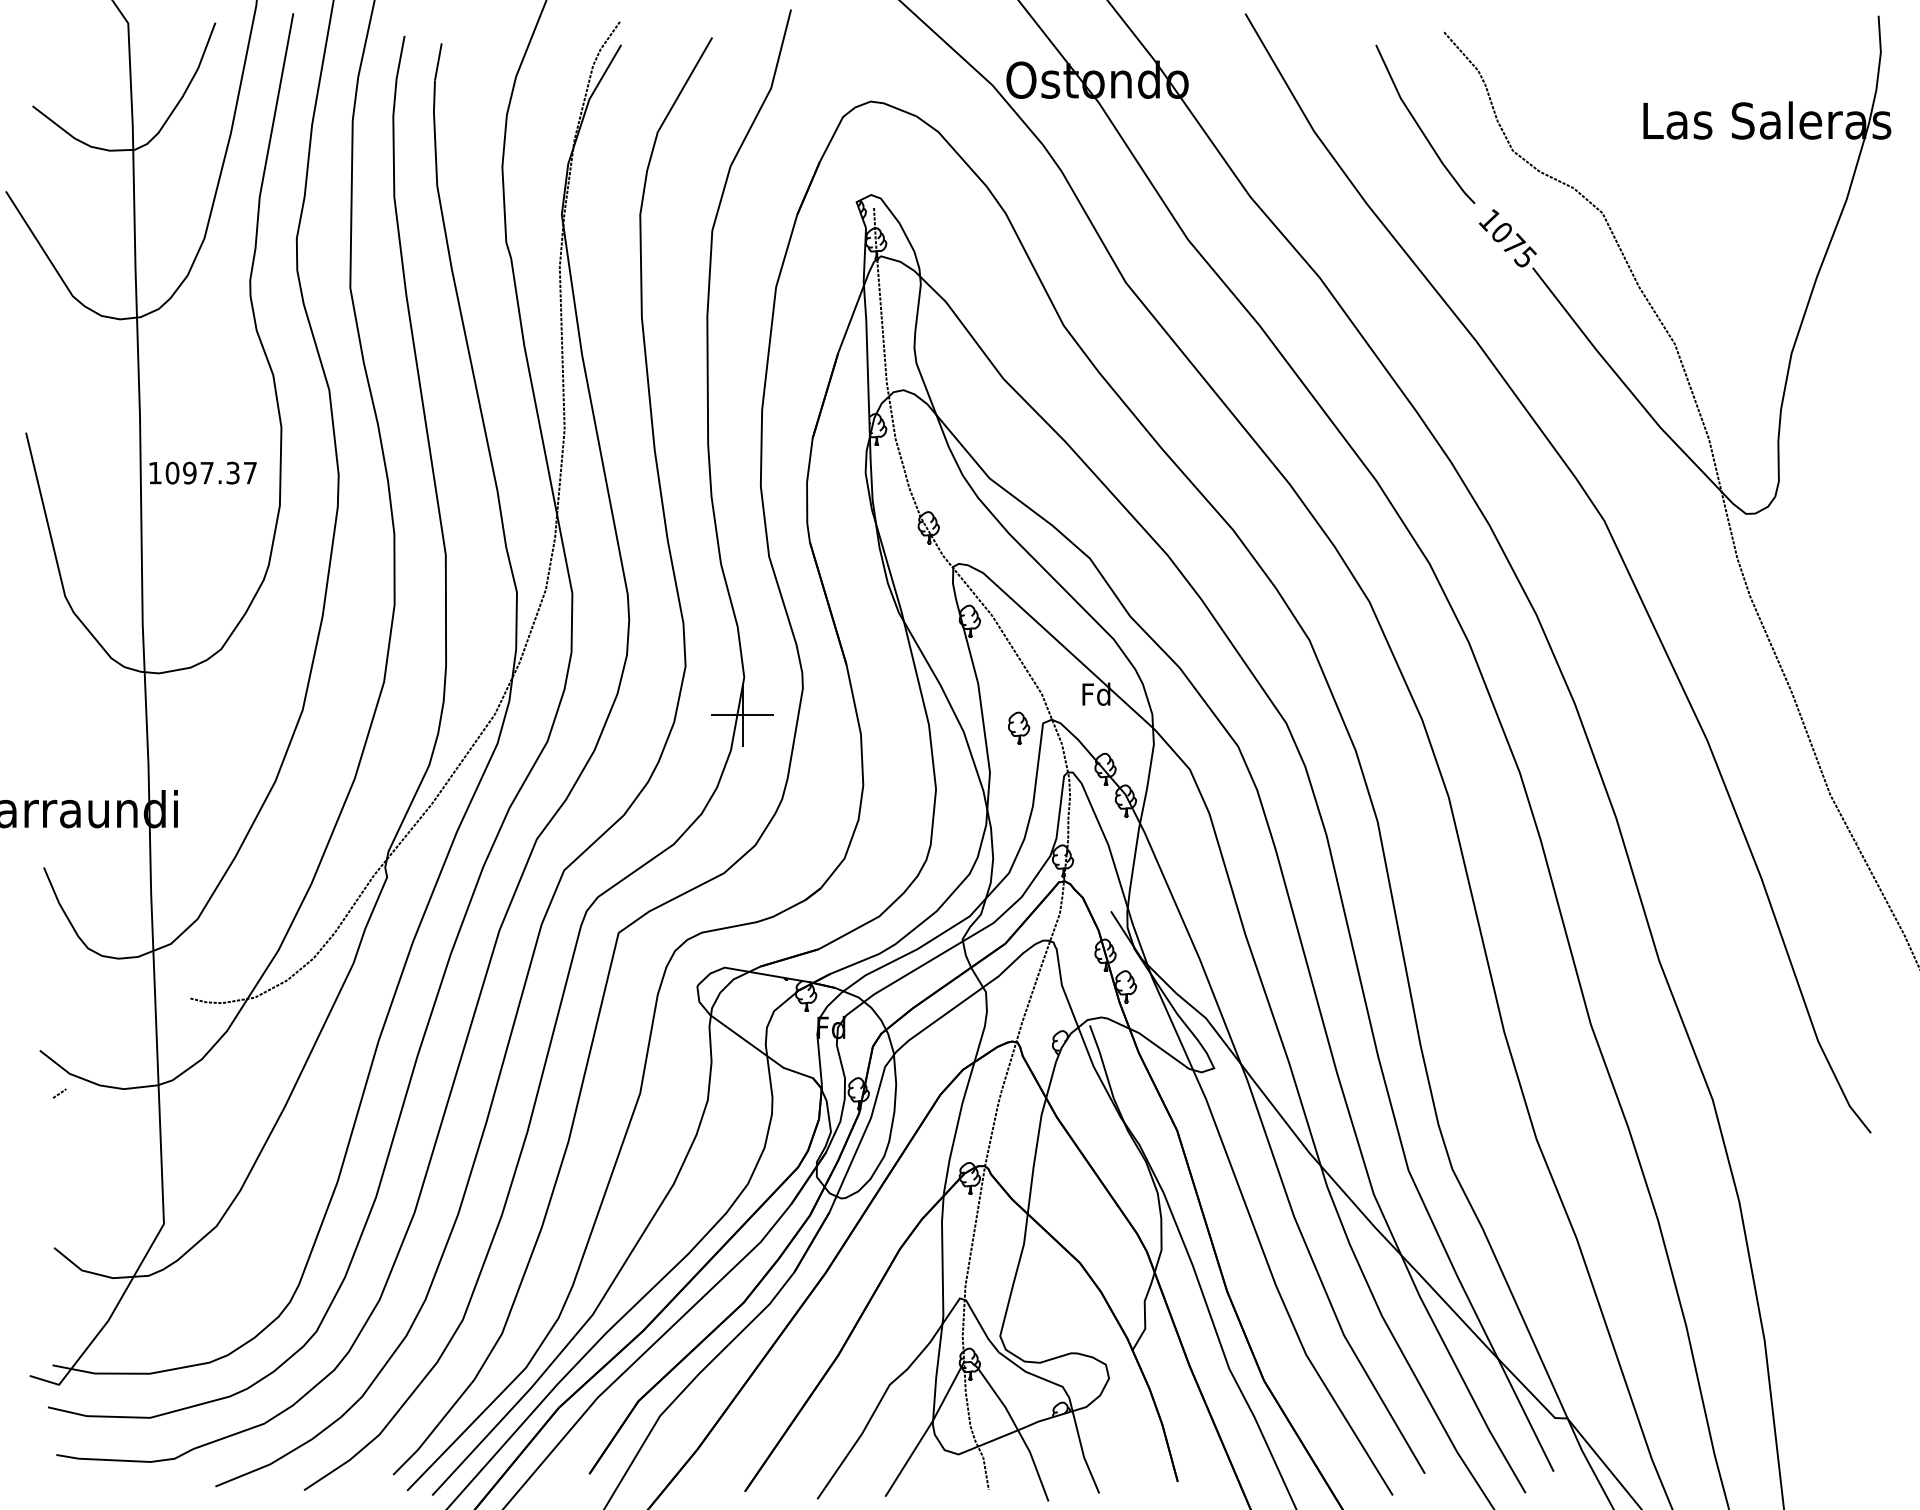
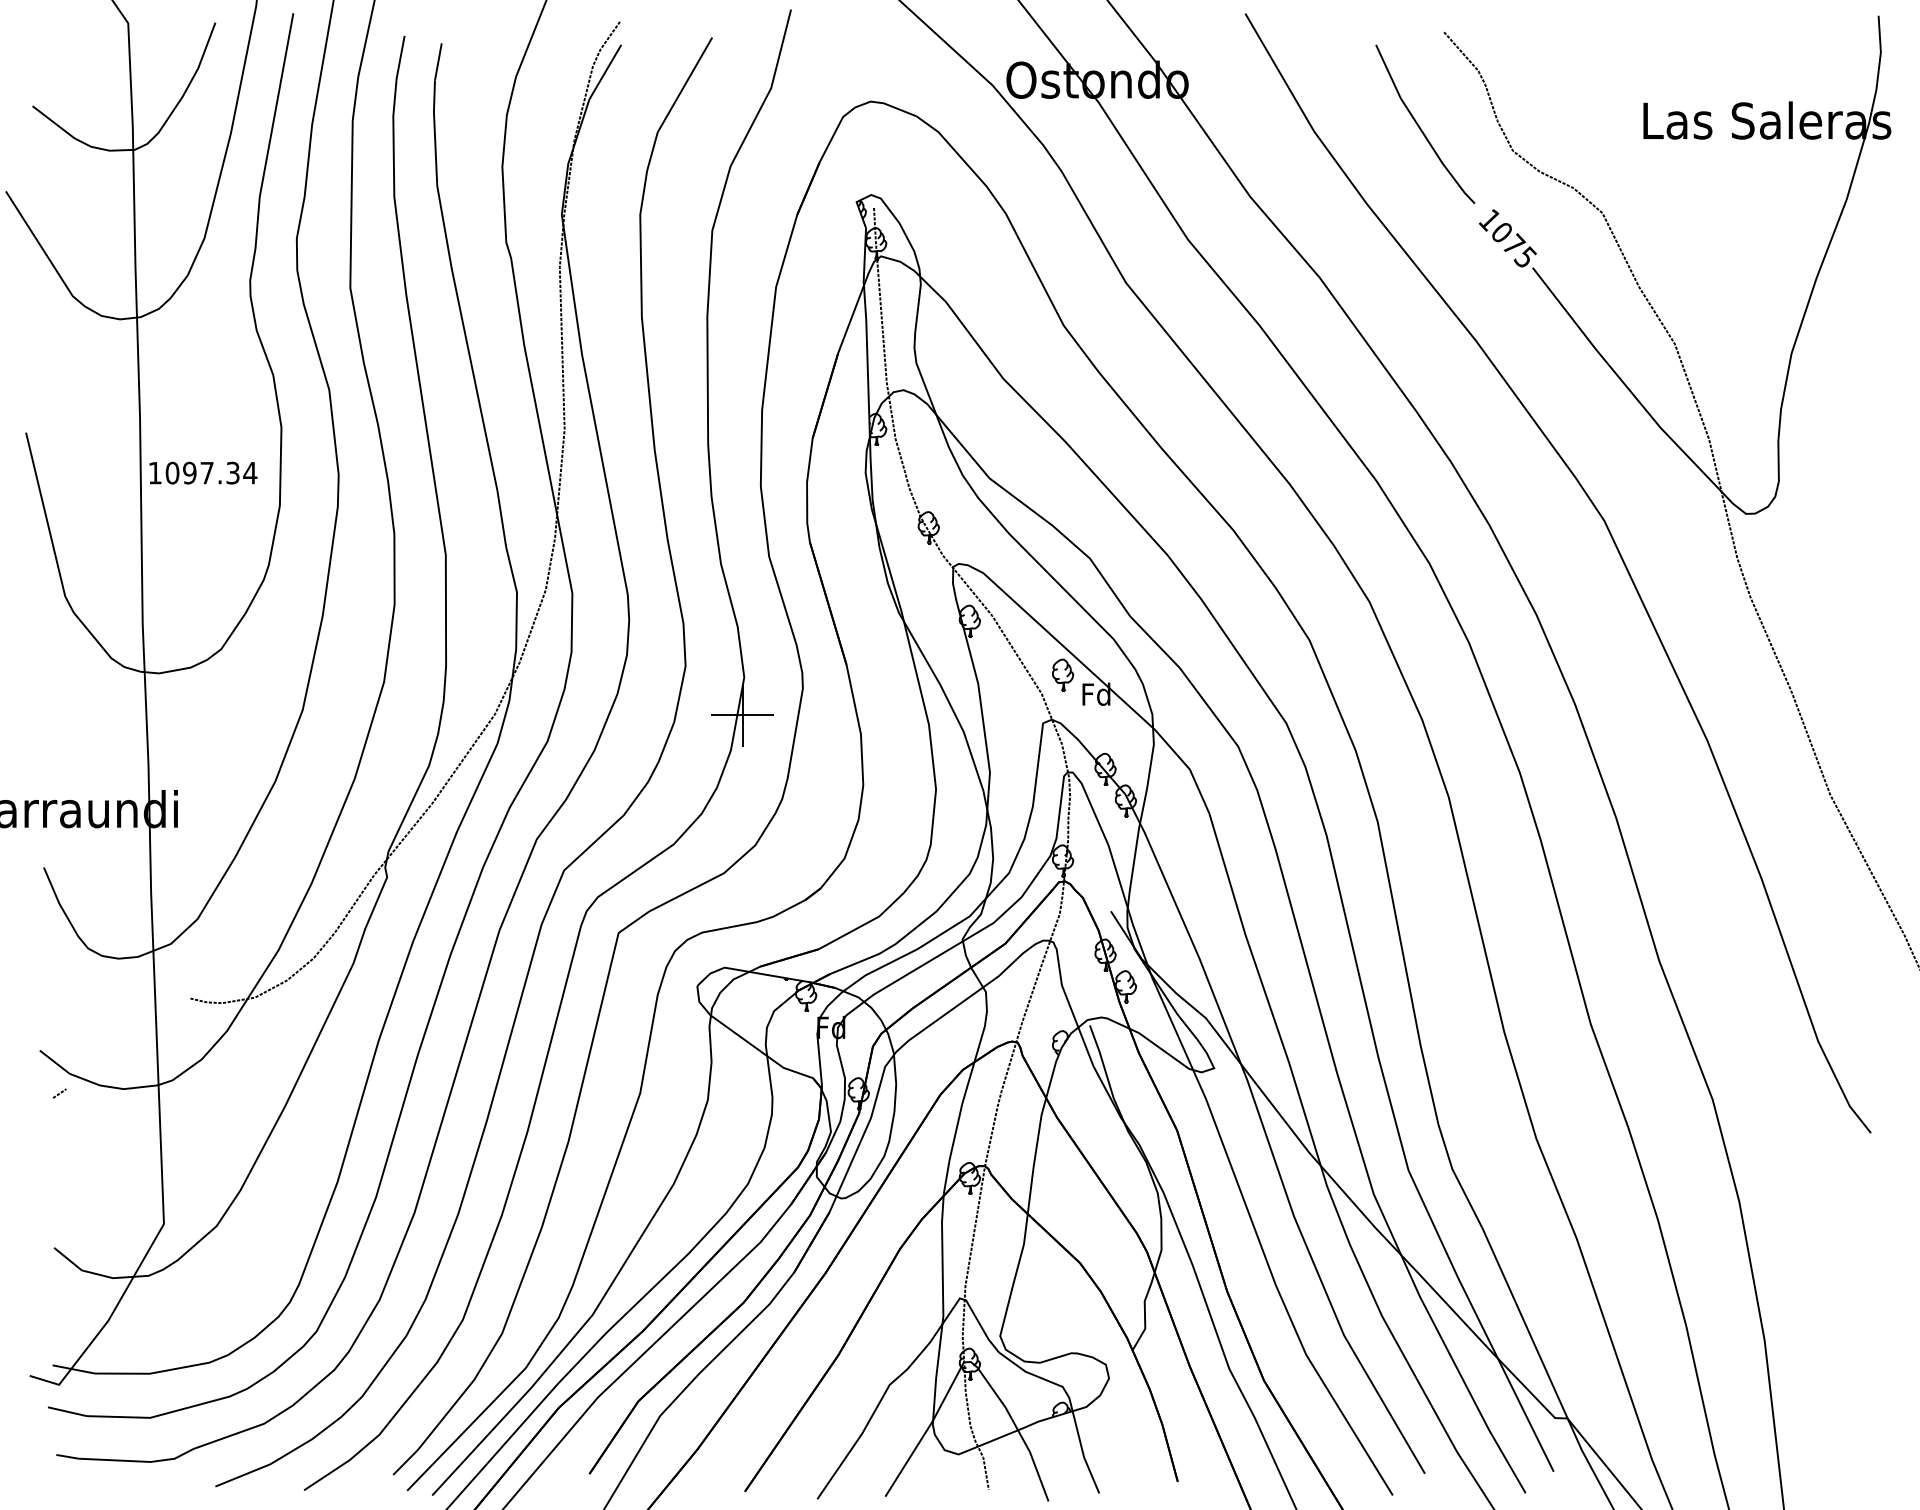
text at (250, 473): 1097.37 -> 1097.34
part at (1019, 727) position: (1019, 727) -> (1063, 674)
